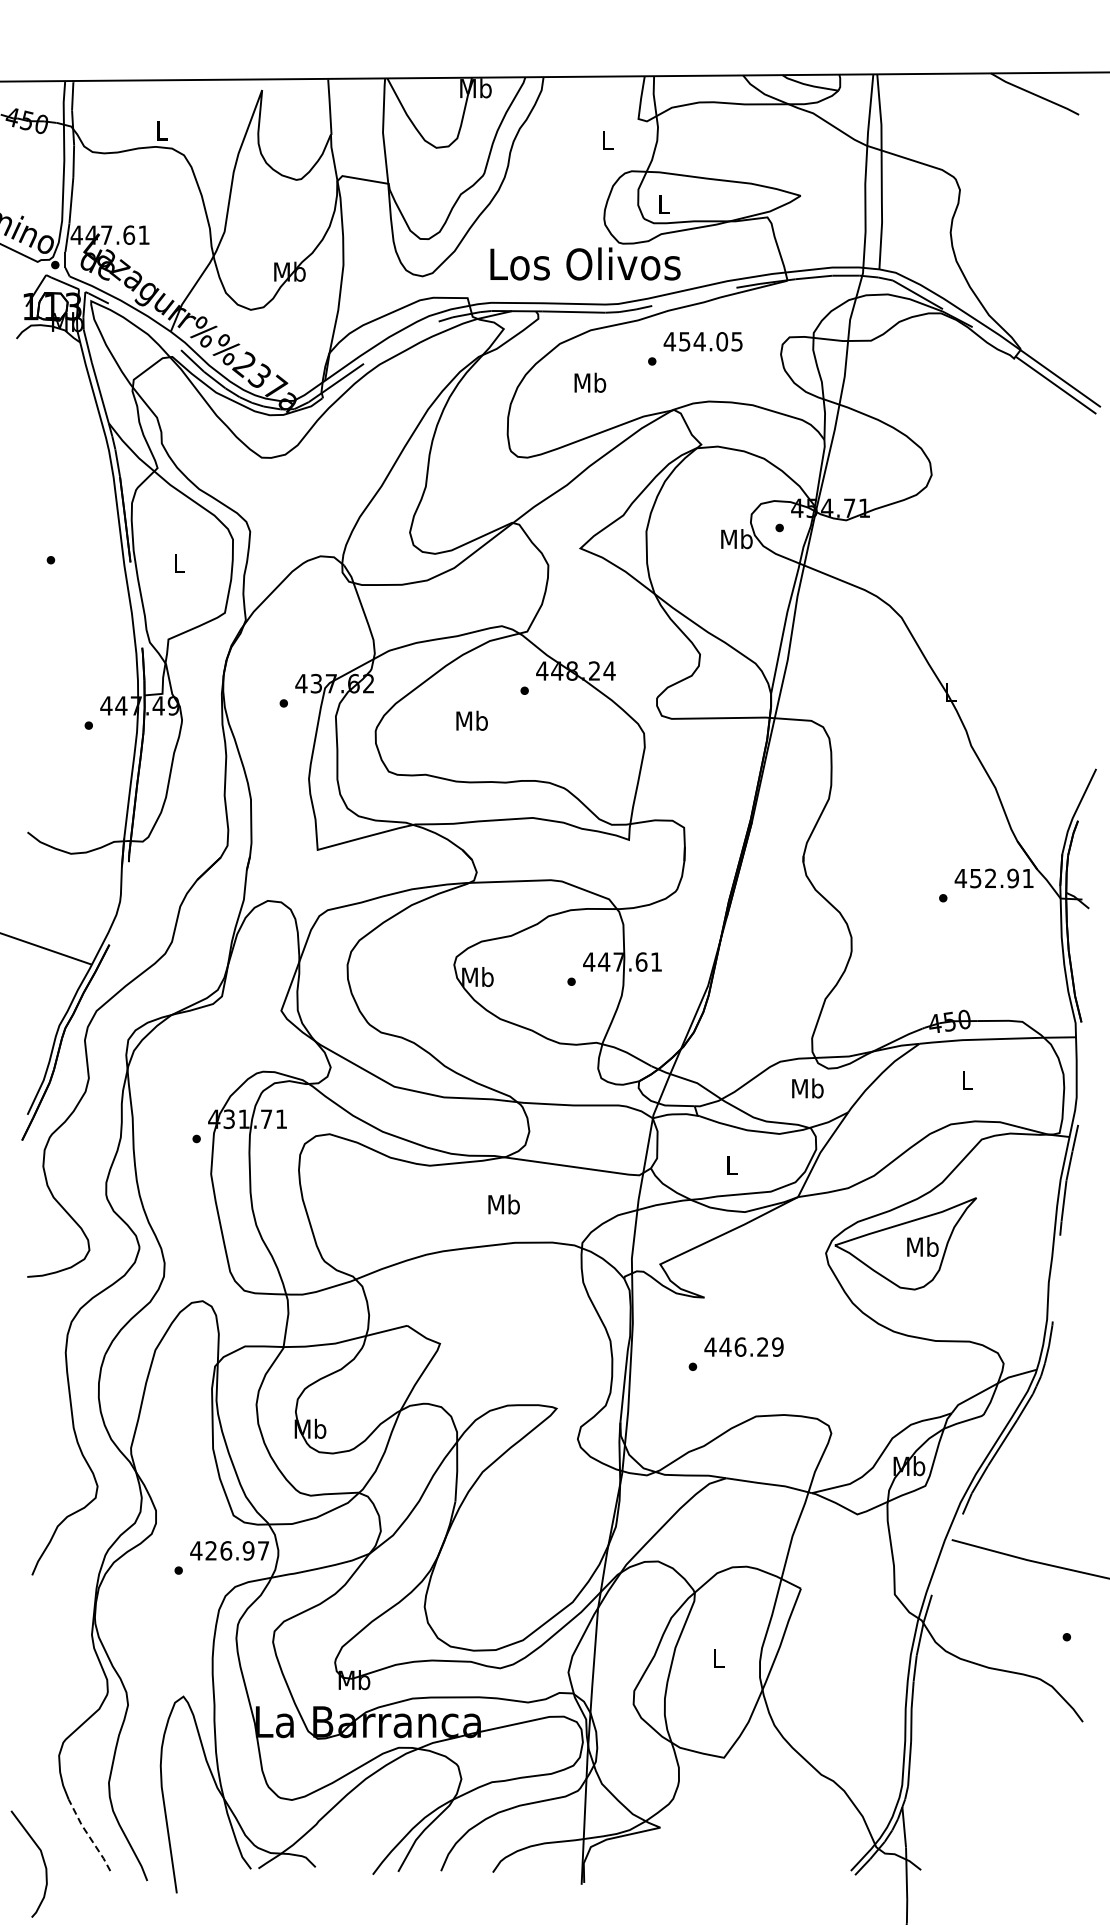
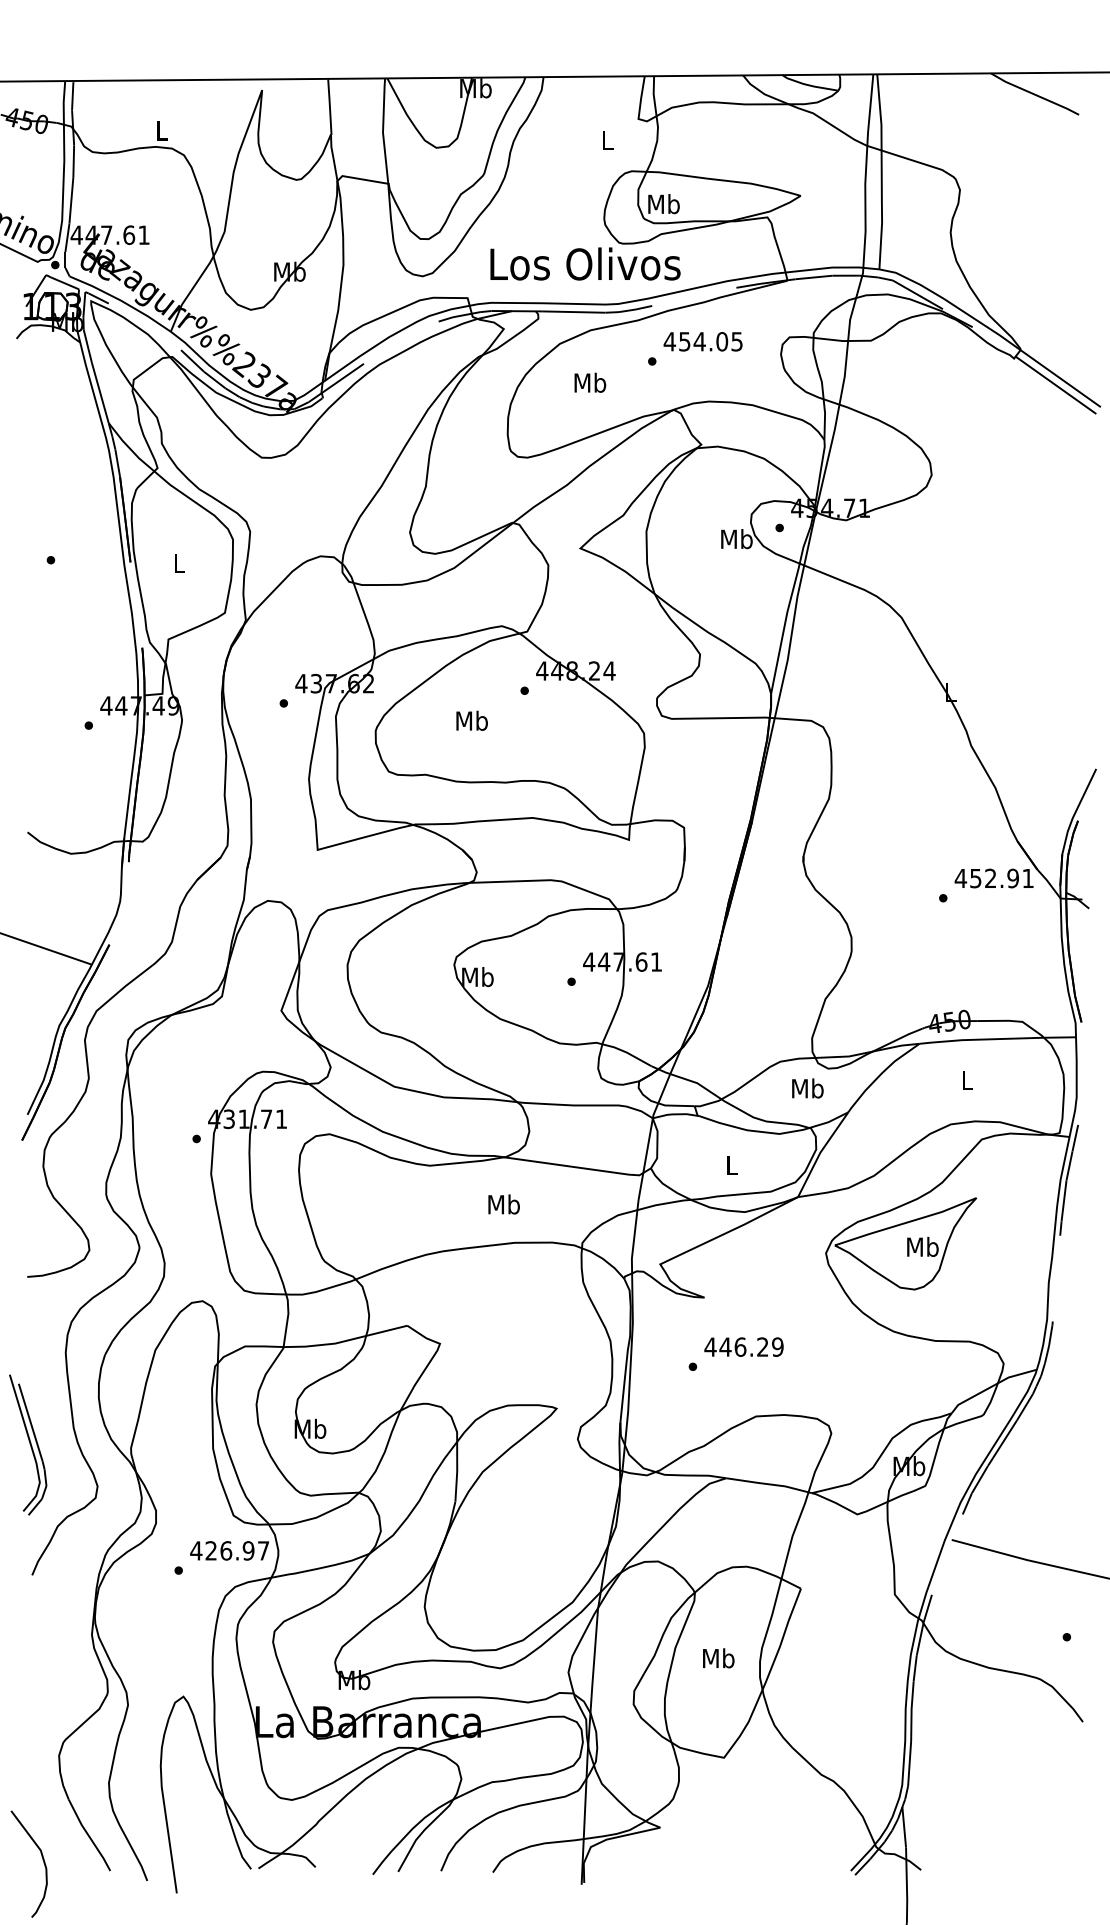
text at (663, 204): L -> Mb
part at (28, 1444): none -> present
text at (718, 1658): L -> Mb
line at (88, 1835): dashed -> solid
